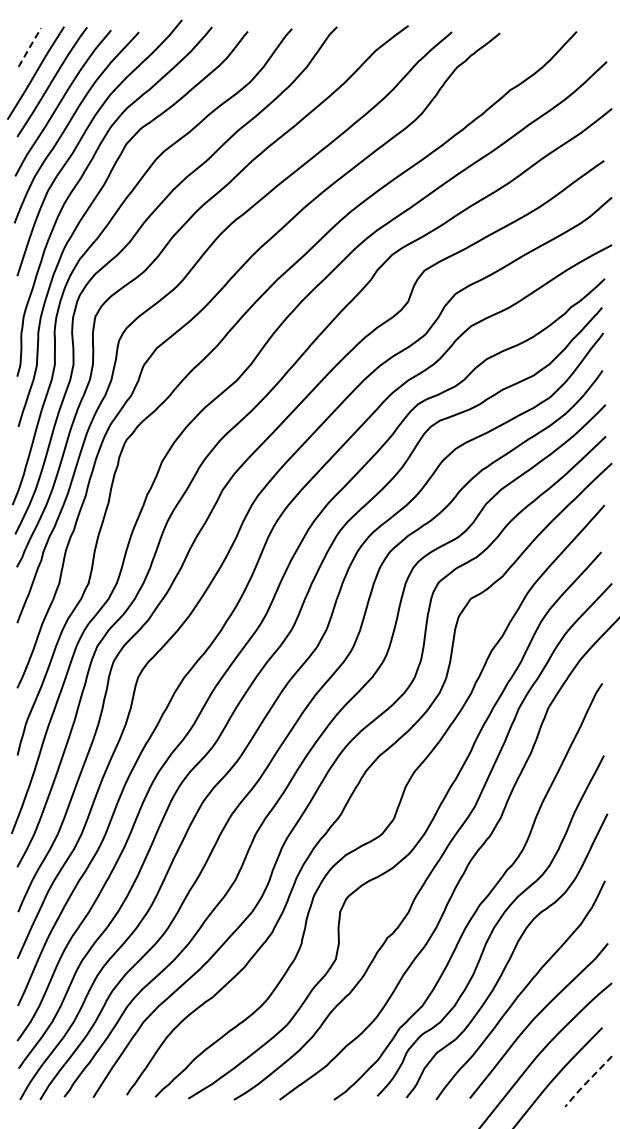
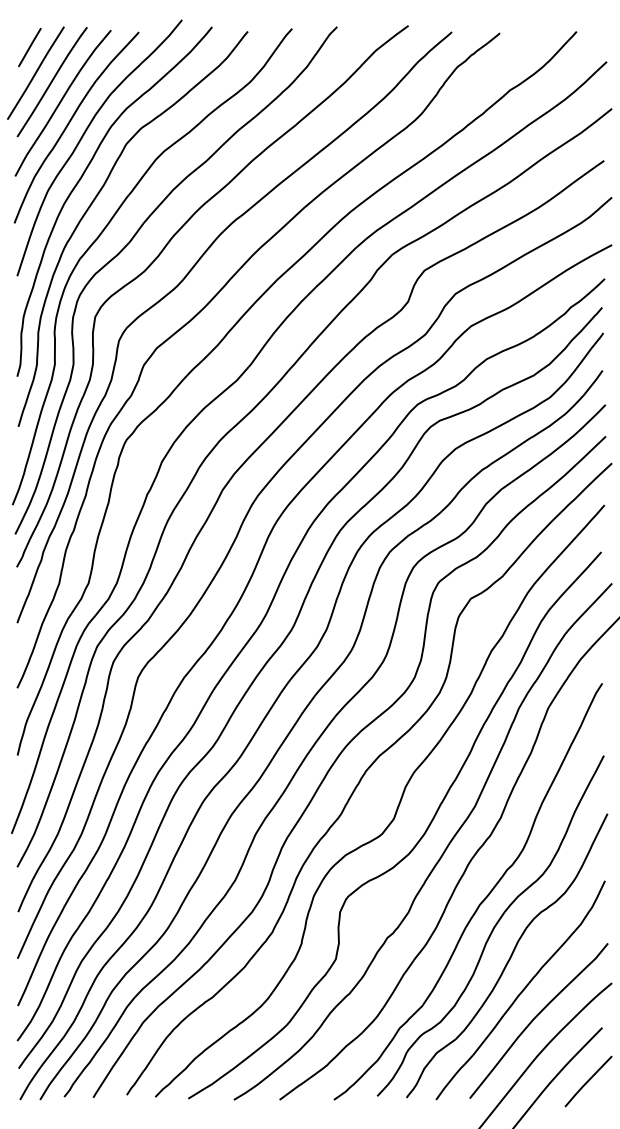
line at (30, 46): dashed -> solid
line at (587, 1082): dashed -> solid
